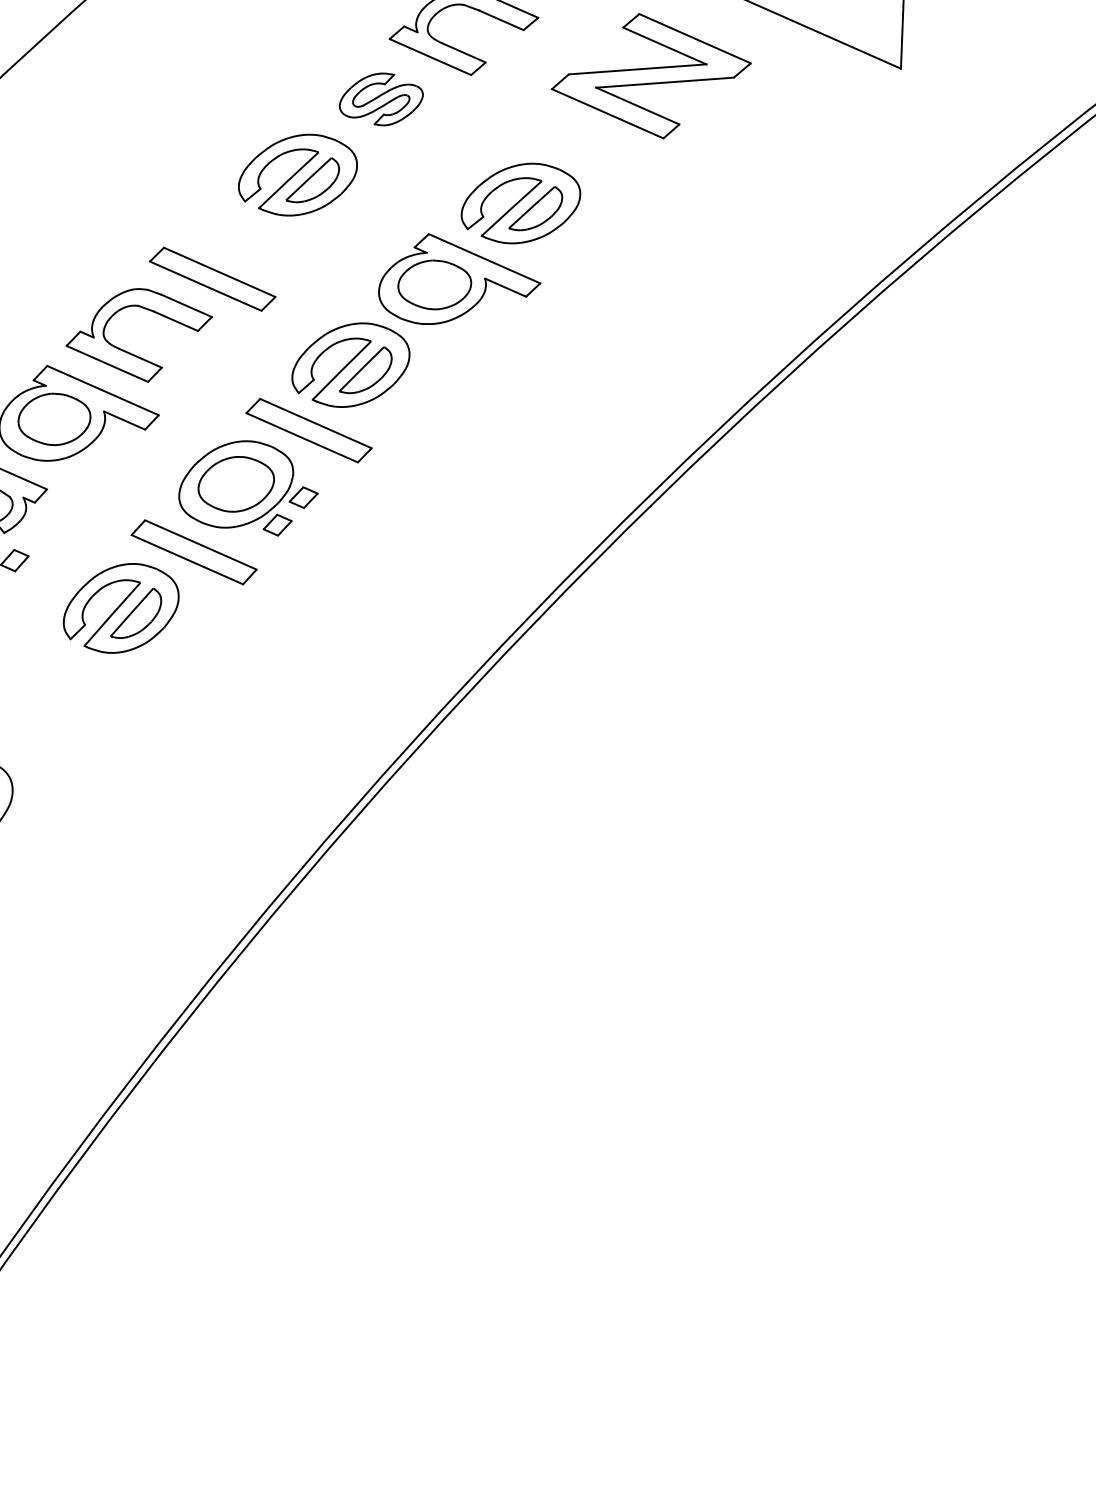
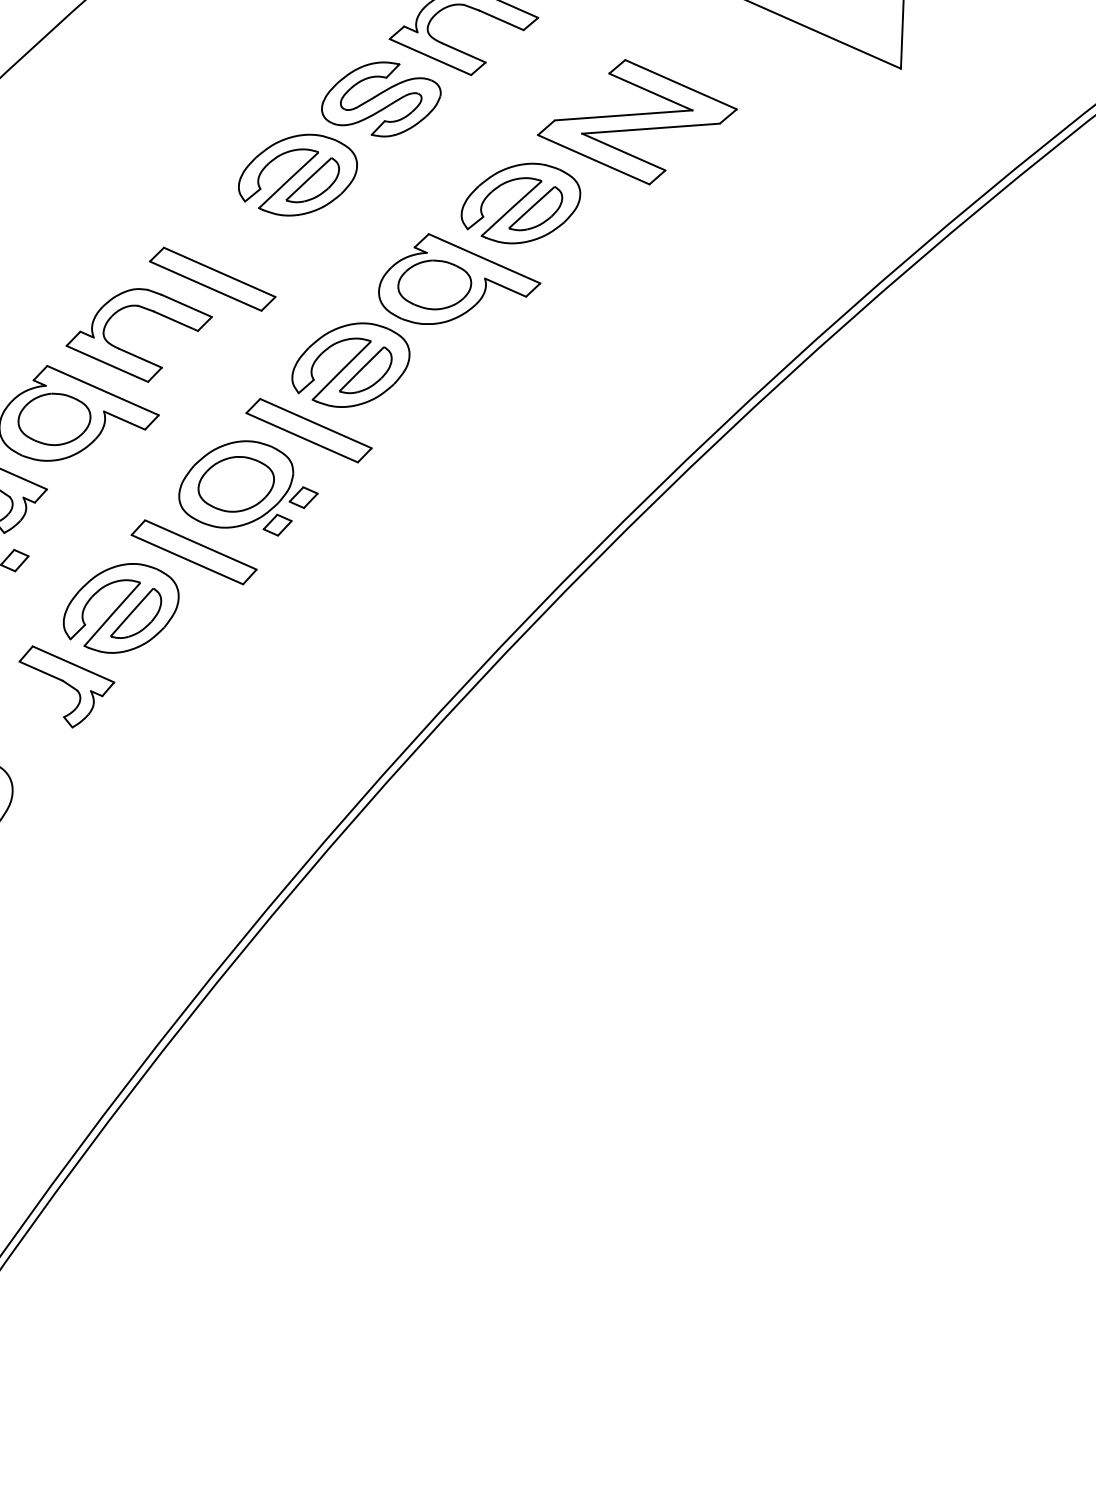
part at (651, 76) position: (651, 76) -> (637, 122)
part at (380, 99) size: 86x55 px -> 121x77 px
part at (66, 686): none -> present
